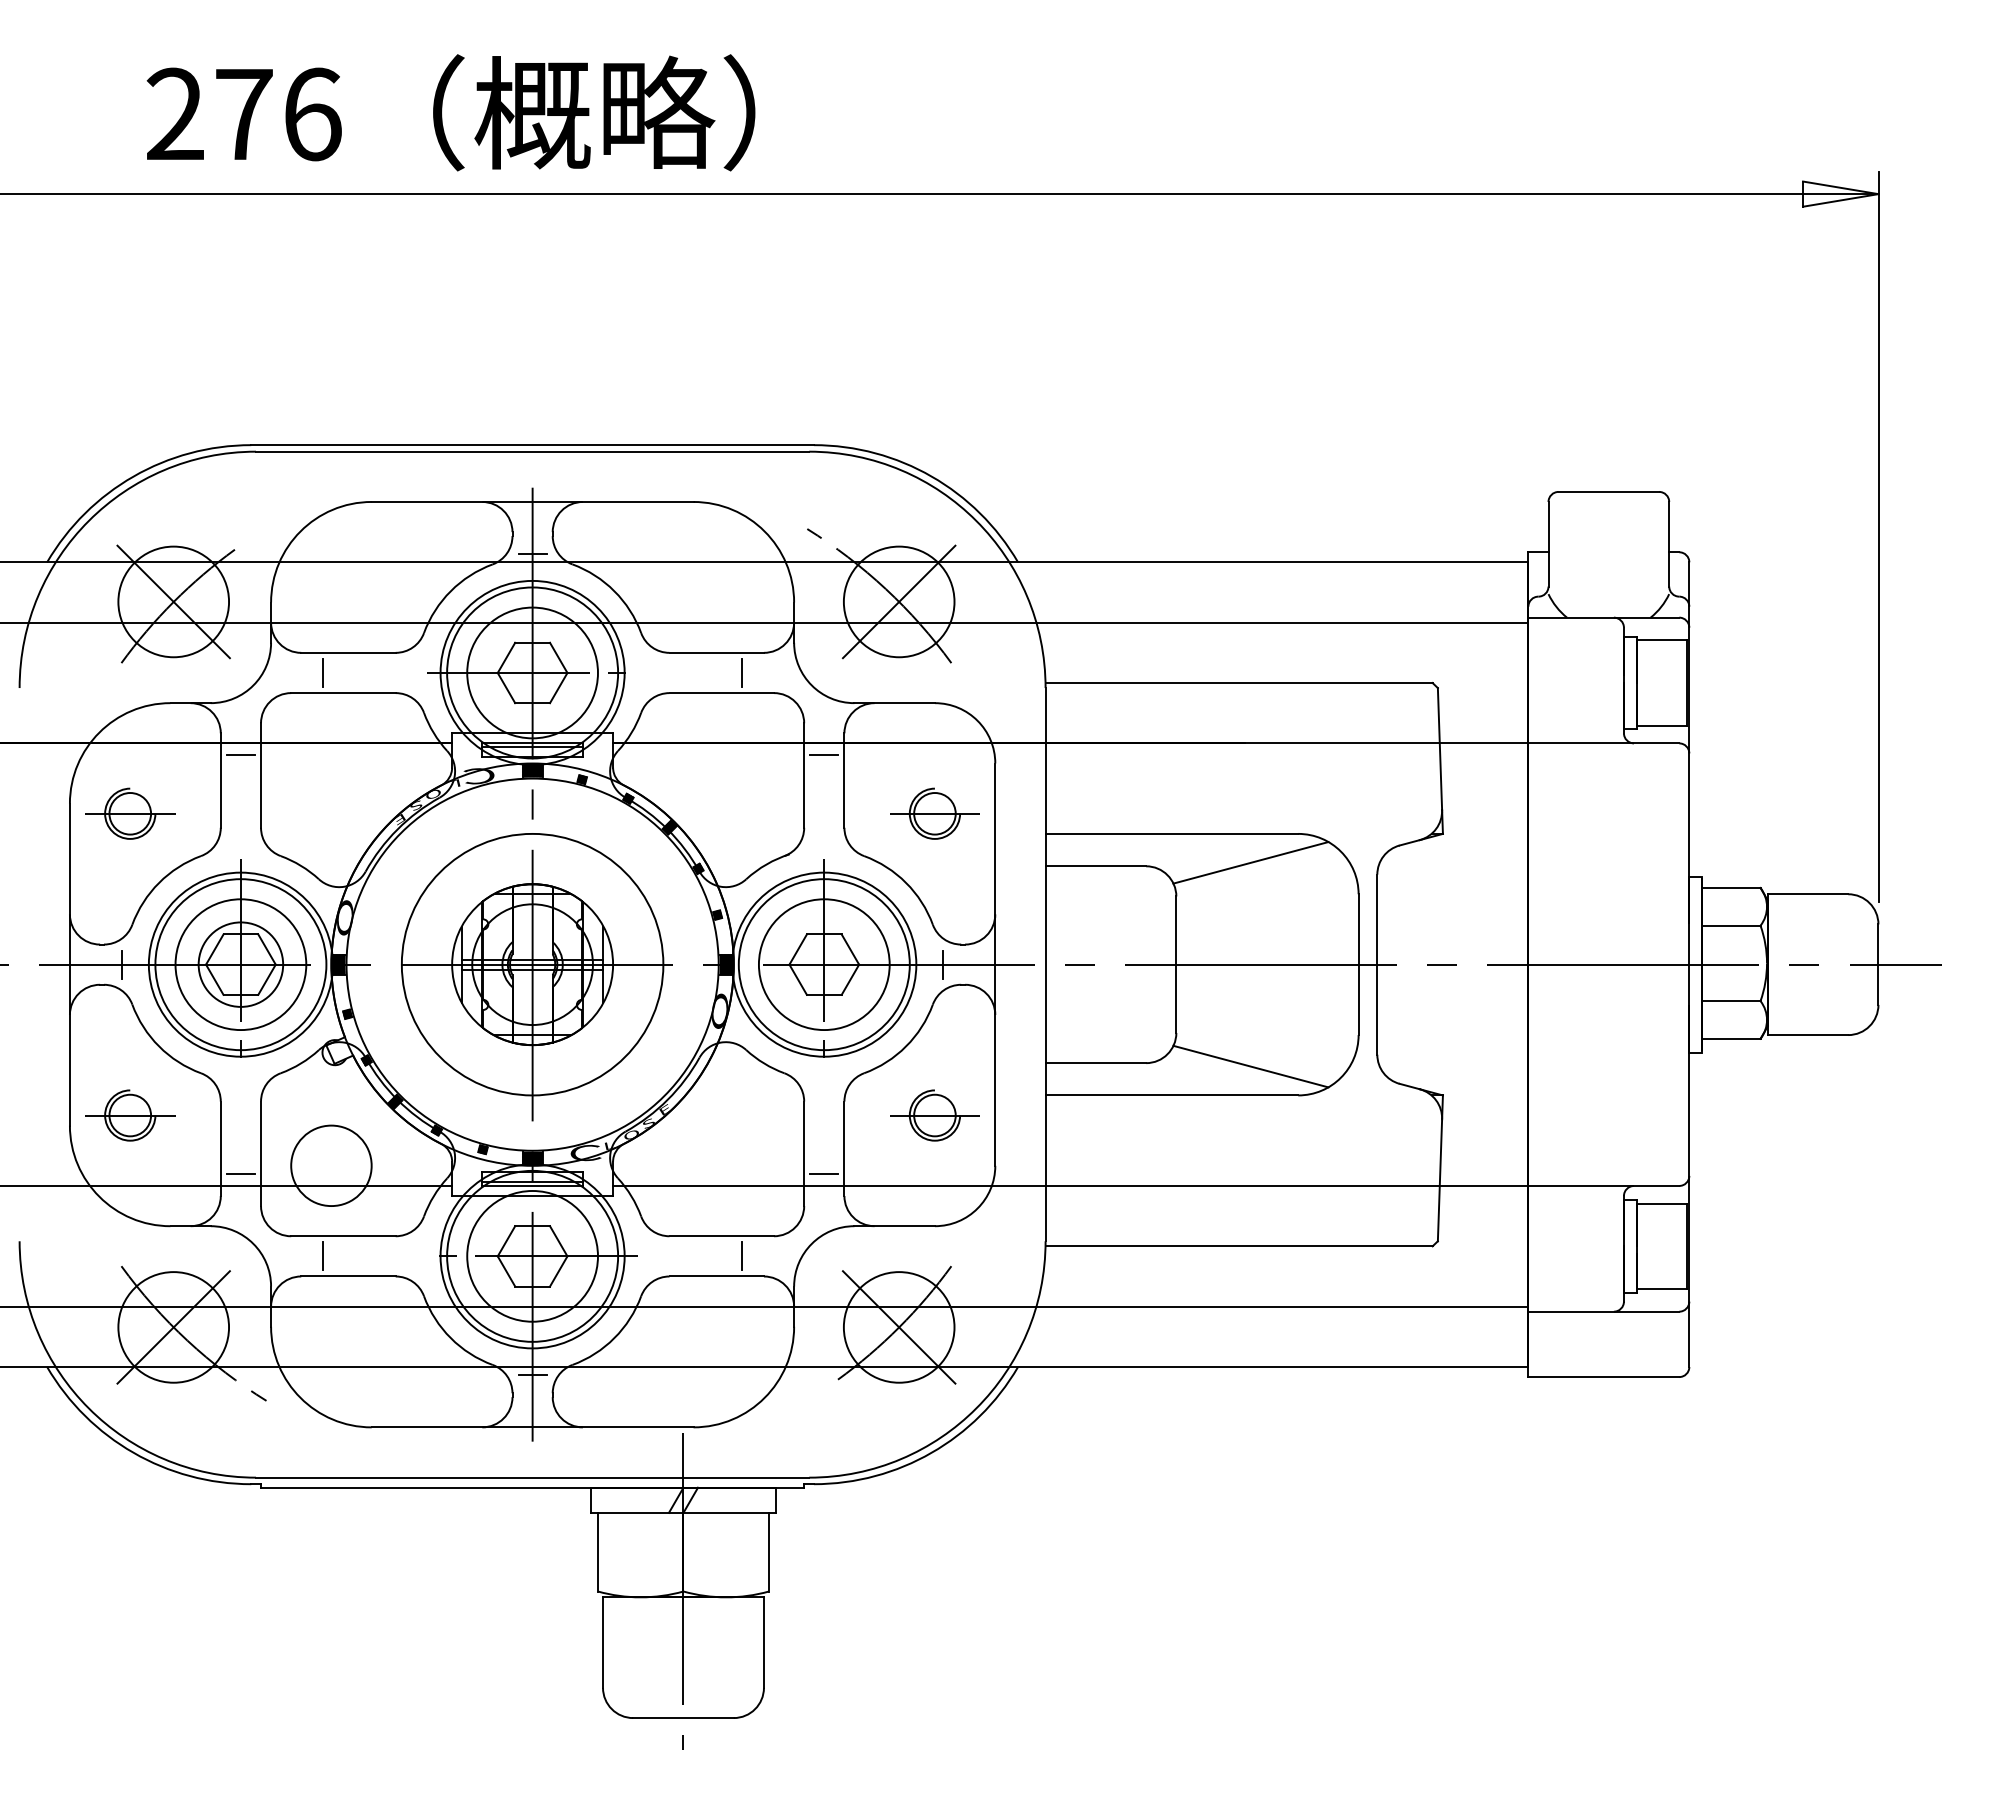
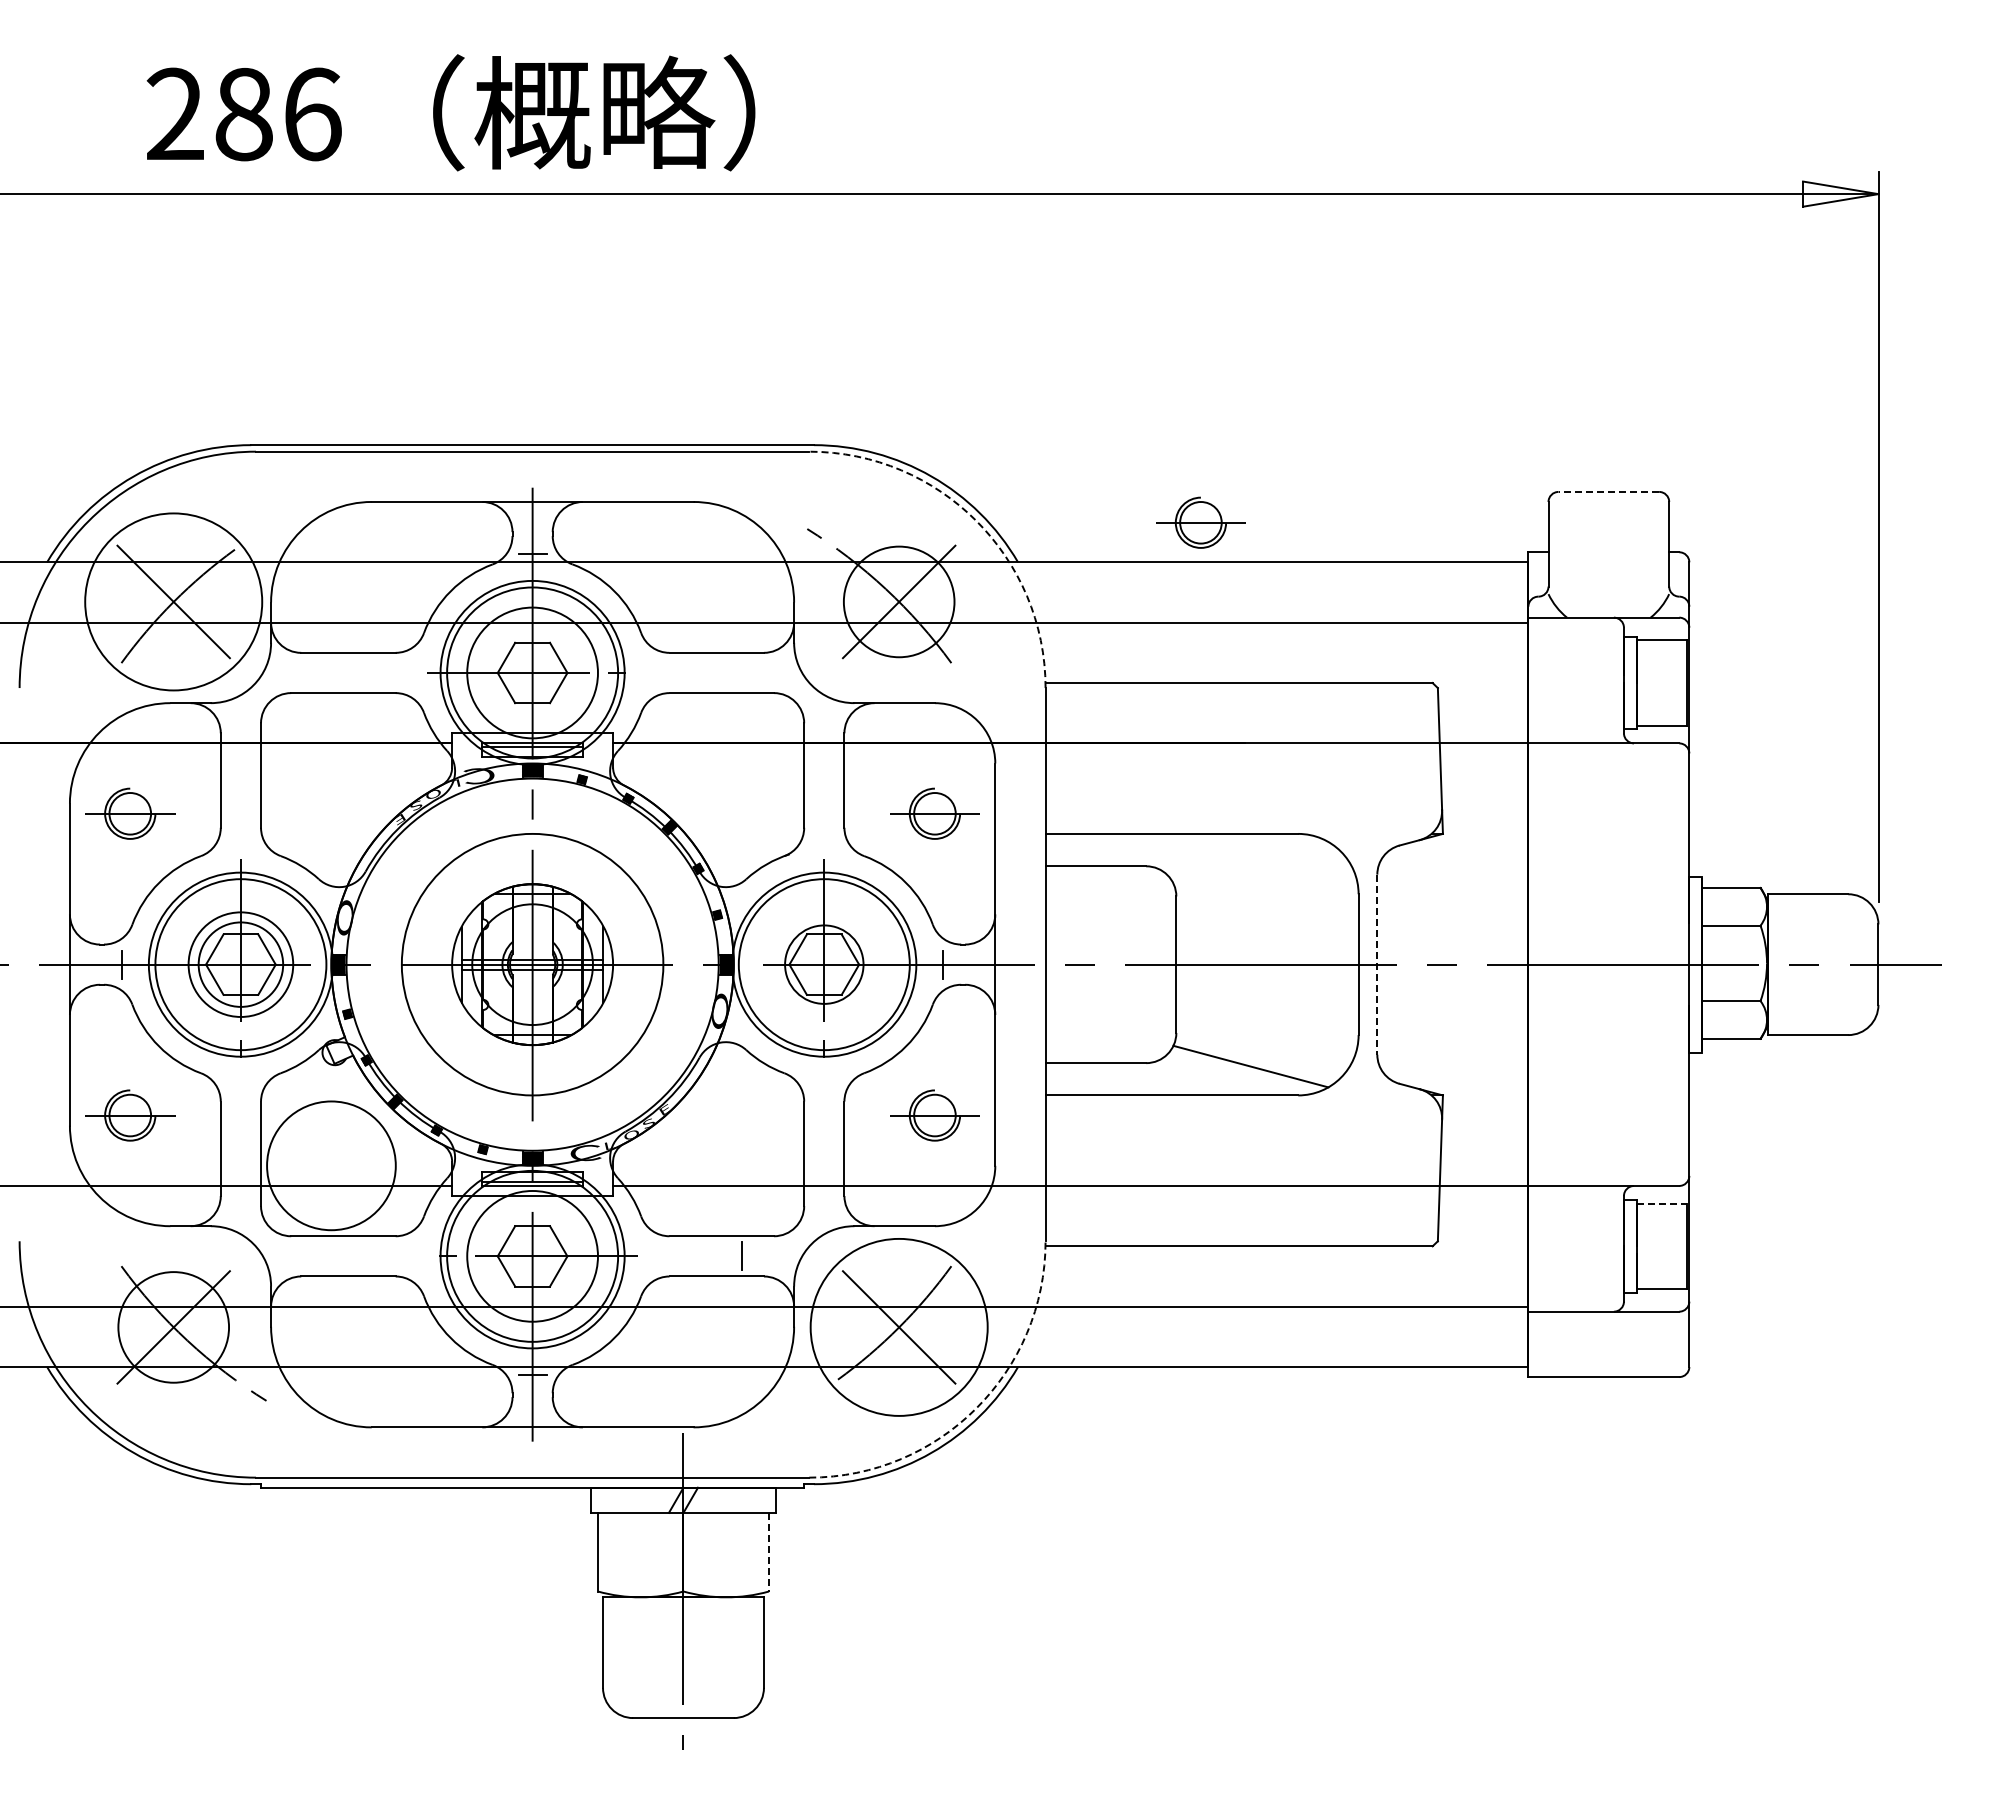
text at (243, 114): 276 -> 286
line at (1608, 491): solid -> dashed
arc at (976, 520): solid -> dashed
part at (1200, 522): none -> present
circle at (173, 601) diameter: 111 px -> 177 px
line at (323, 672): present -> none
line at (741, 672): present -> none
line at (240, 755): present -> none
line at (824, 755): present -> none
line at (1250, 862): present -> none
circle at (240, 964) diameter: 131 px -> 105 px
circle at (823, 964) diameter: 131 px -> 78 px
line at (1377, 965): solid -> dashed
circle at (331, 1165) diameter: 80 px -> 129 px
line at (240, 1173): present -> none
line at (824, 1173): present -> none
line at (1662, 1203): solid -> dashed
line at (323, 1256): present -> none
circle at (898, 1327) diameter: 111 px -> 177 px
arc at (976, 1408): solid -> dashed
line at (768, 1552): solid -> dashed
